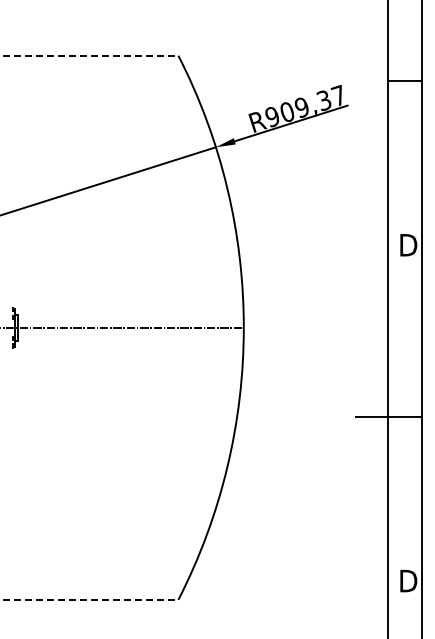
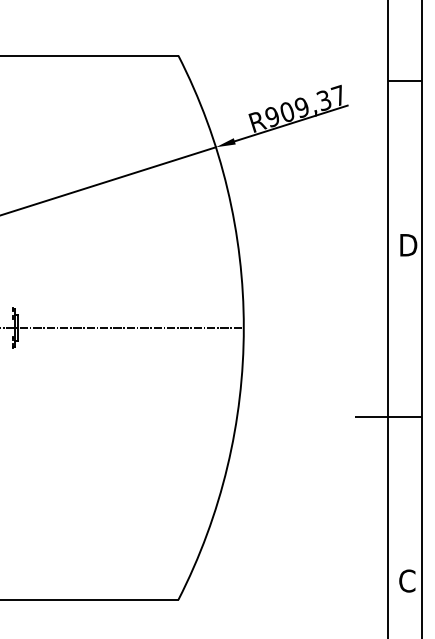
line at (89, 55): dashed -> solid
text at (408, 580): D -> C
line at (89, 599): dashed -> solid
